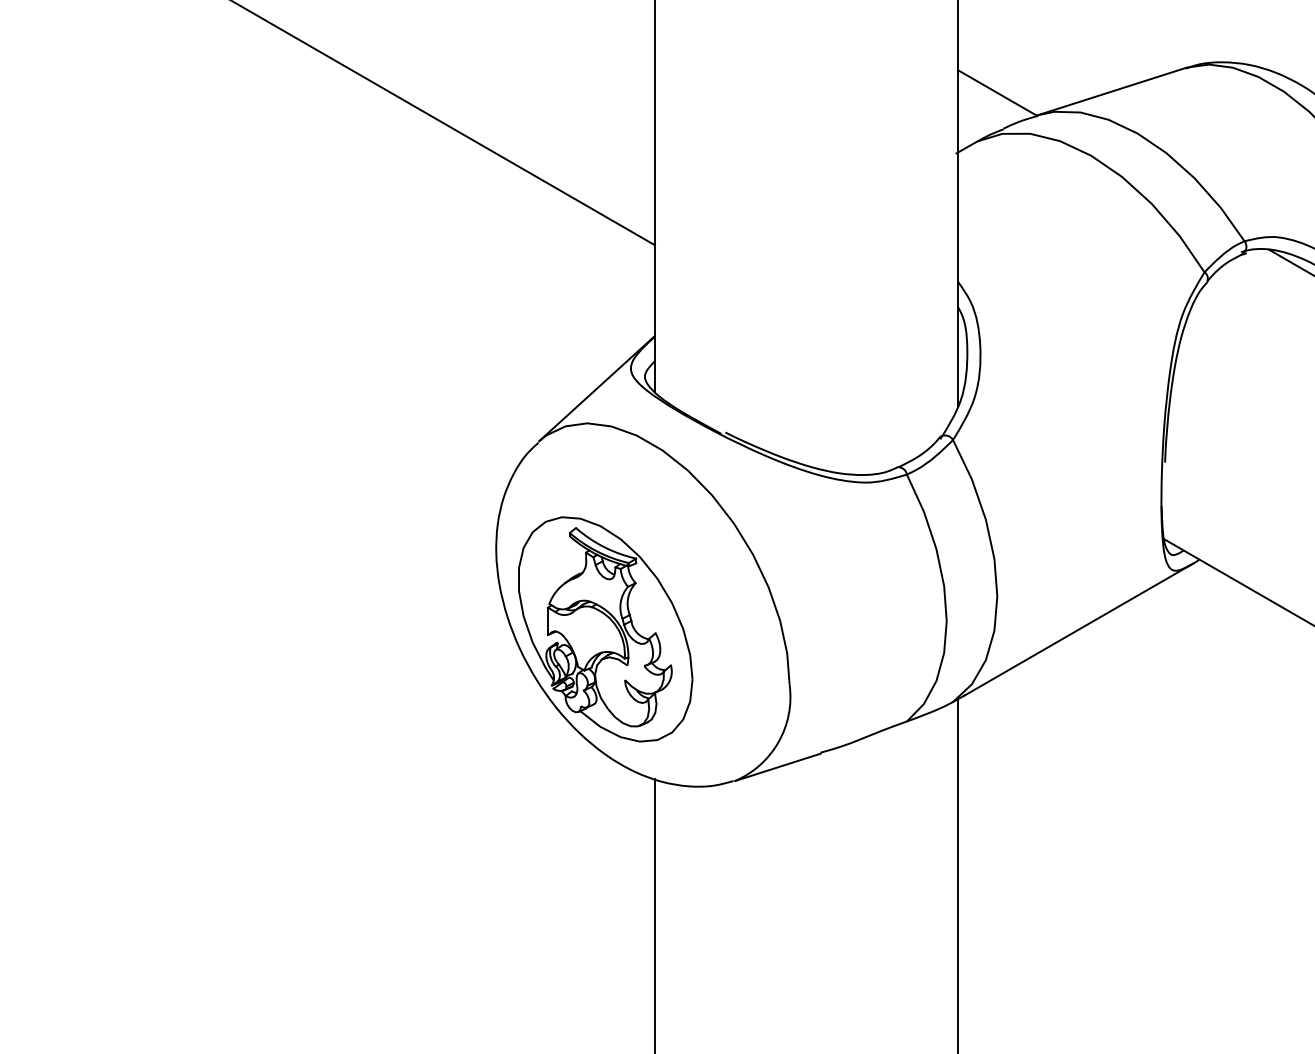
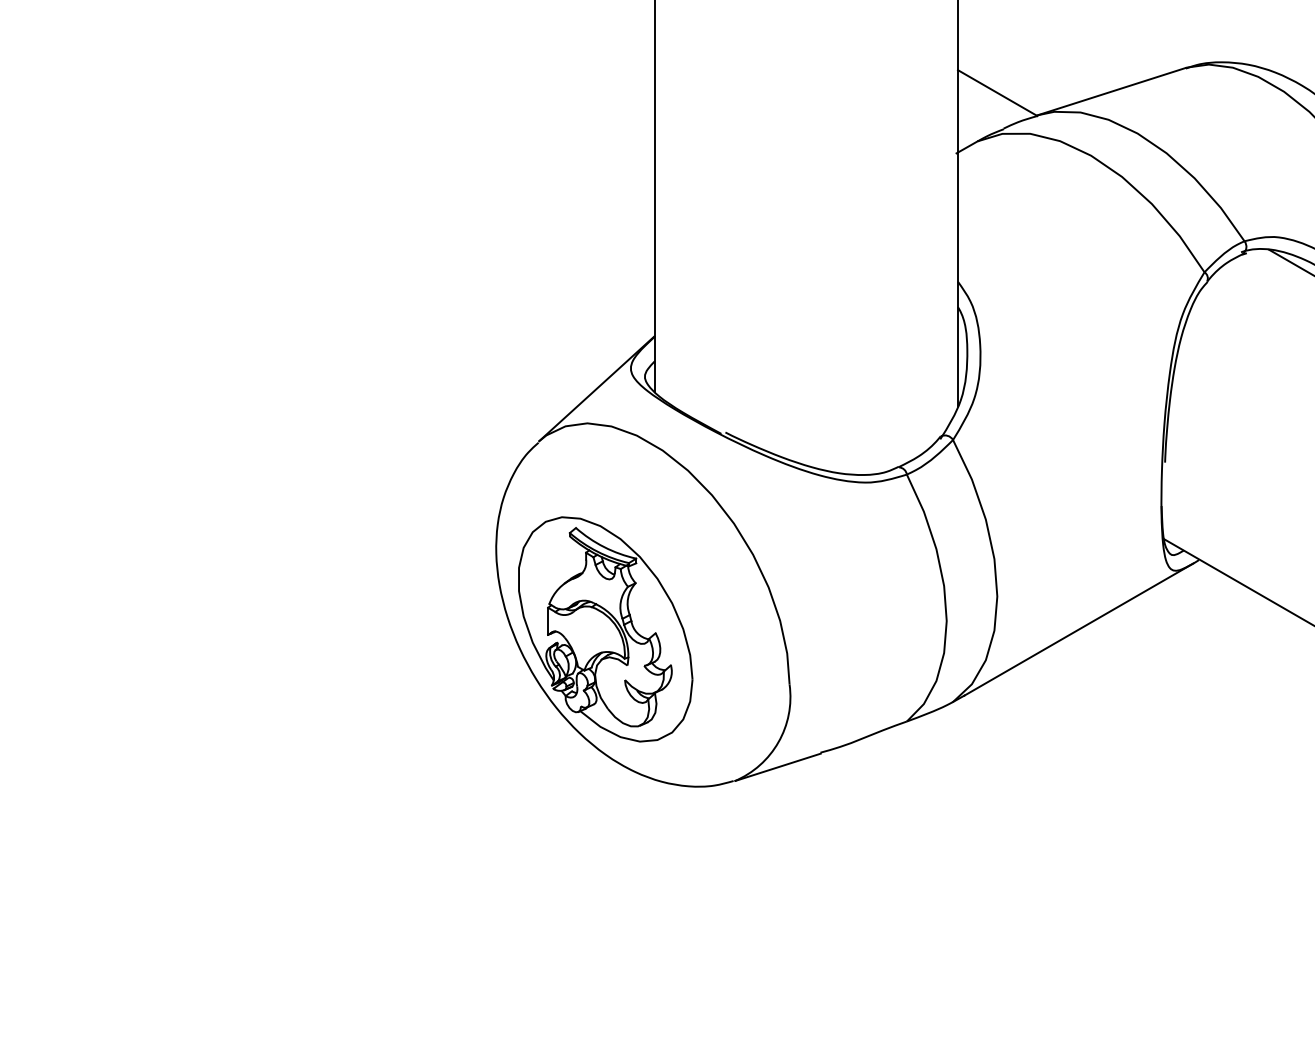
line at (443, 123): present -> none
line at (958, 874): present -> none
line at (654, 914): present -> none
